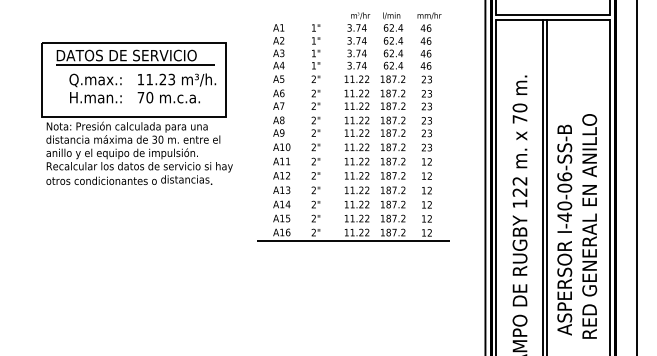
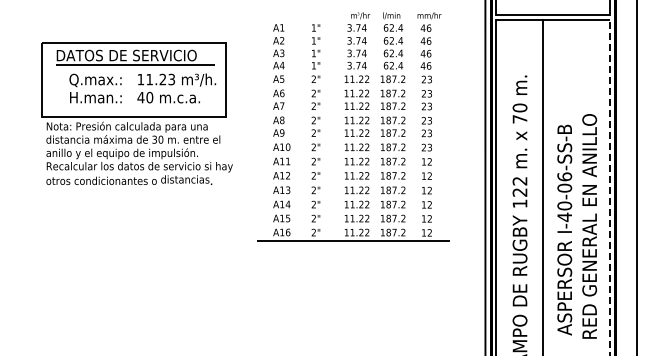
text at (140, 97): 70 -> 40
line at (546, 186): present -> none
line at (610, 187): solid -> dashed
